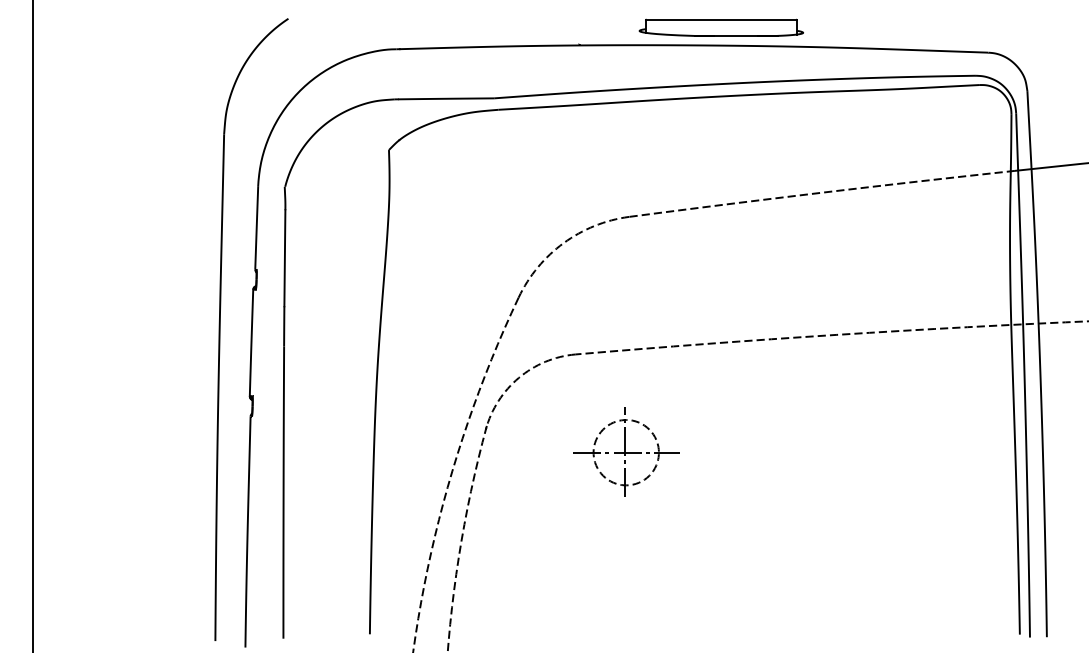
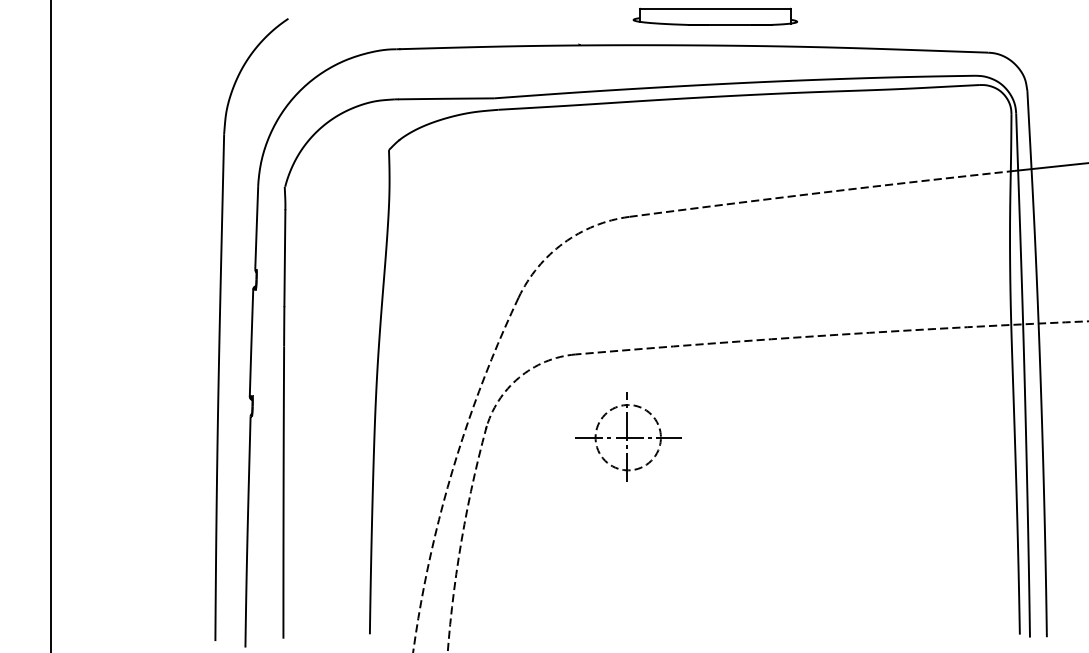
part at (720, 27) position: (720, 27) -> (714, 16)
line at (32, 325) position: (32, 325) -> (50, 325)
part at (626, 451) position: (626, 451) -> (628, 436)
